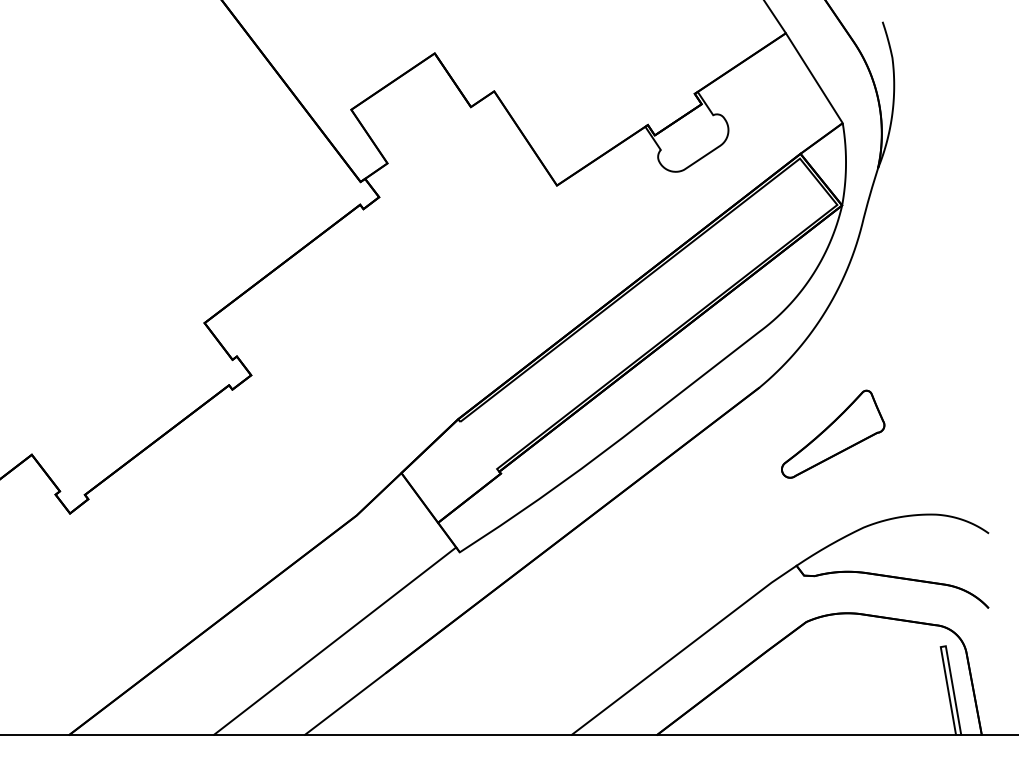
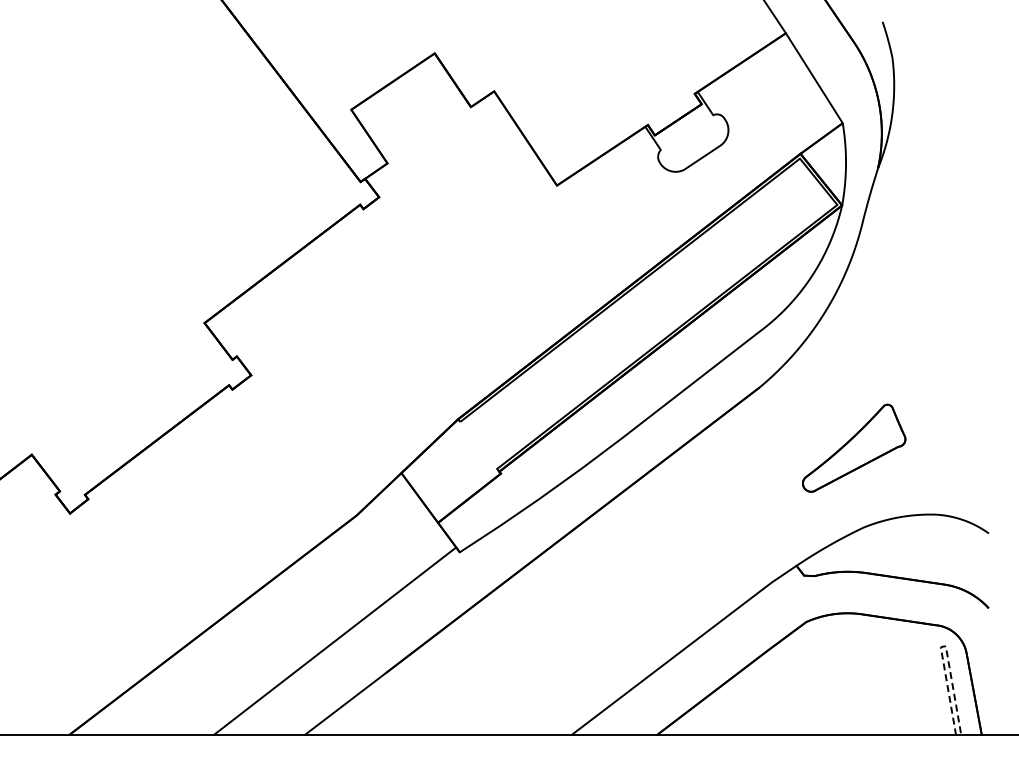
part at (833, 433) position: (833, 433) -> (854, 447)
line at (944, 646): solid -> dashed
